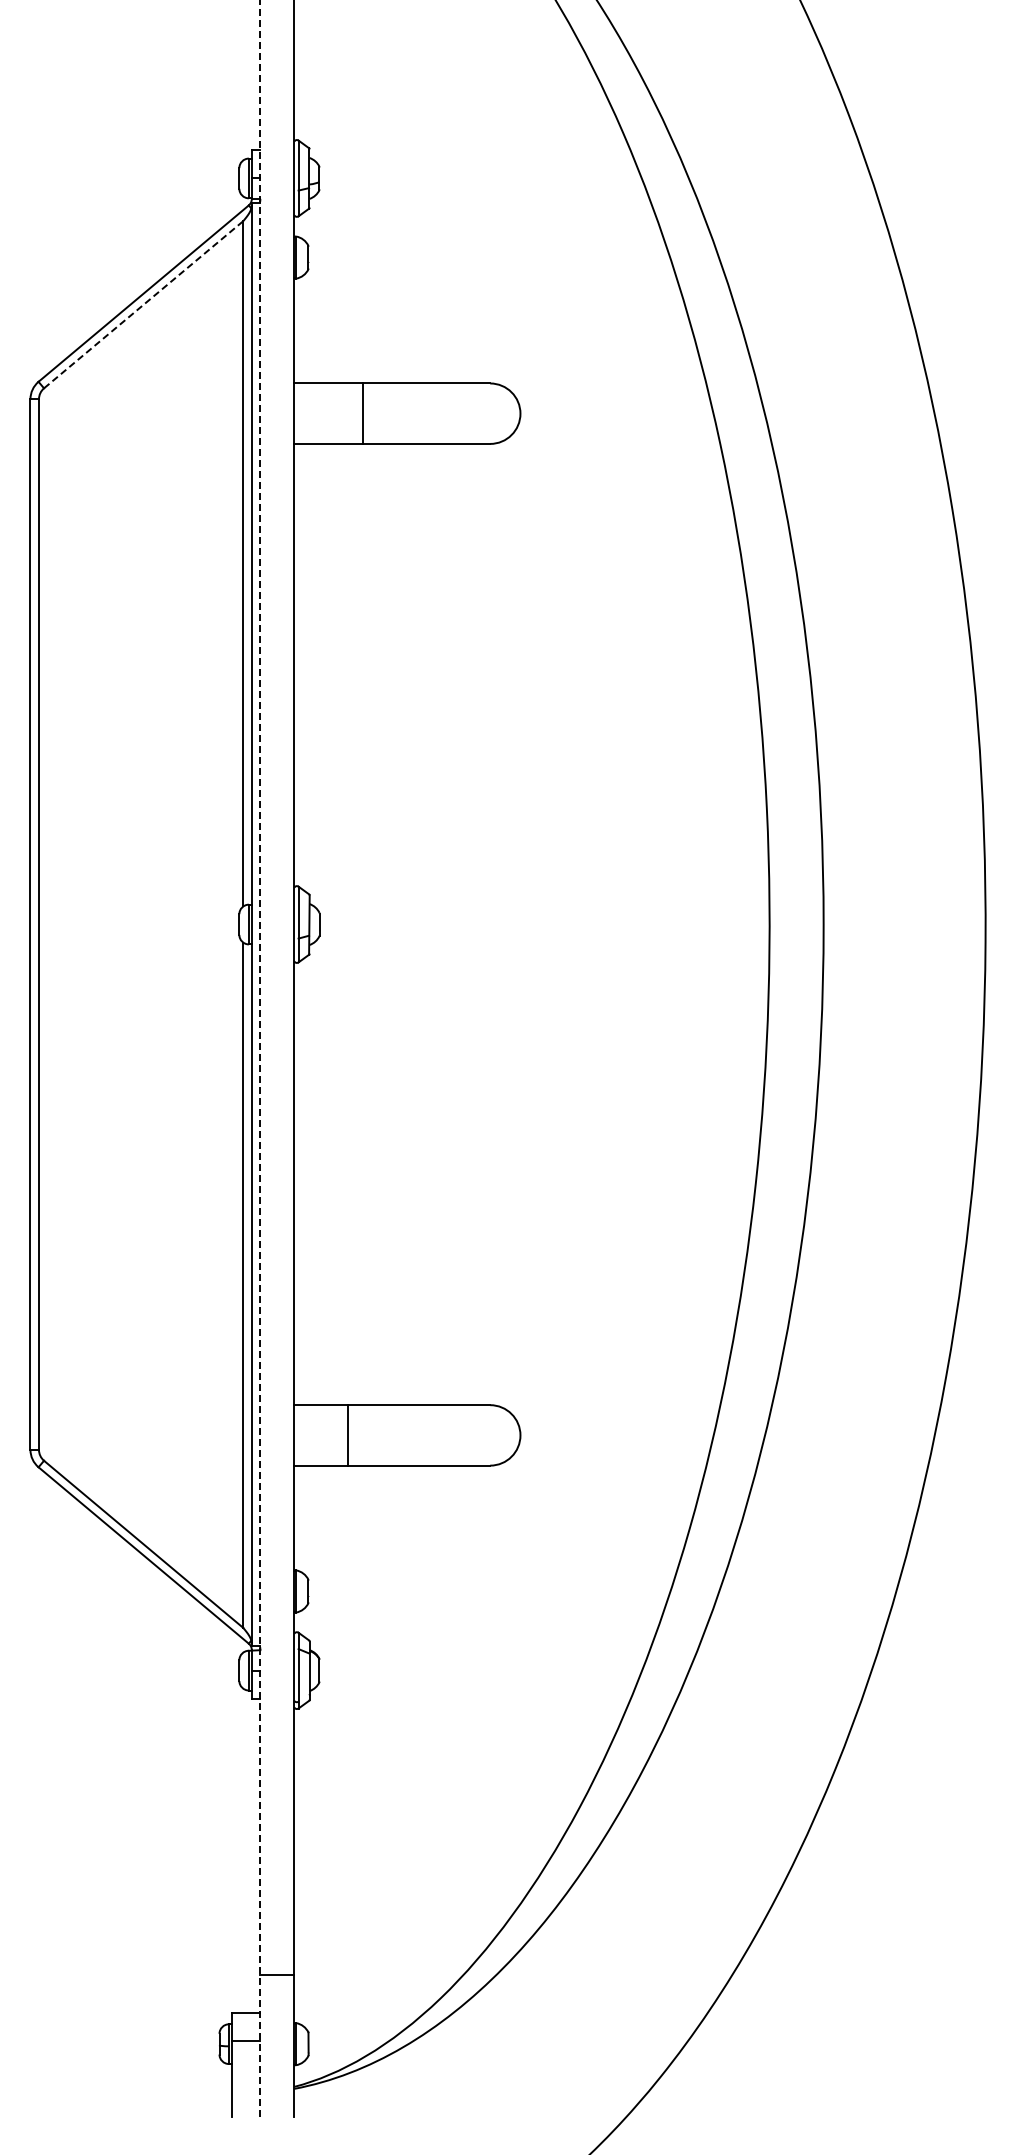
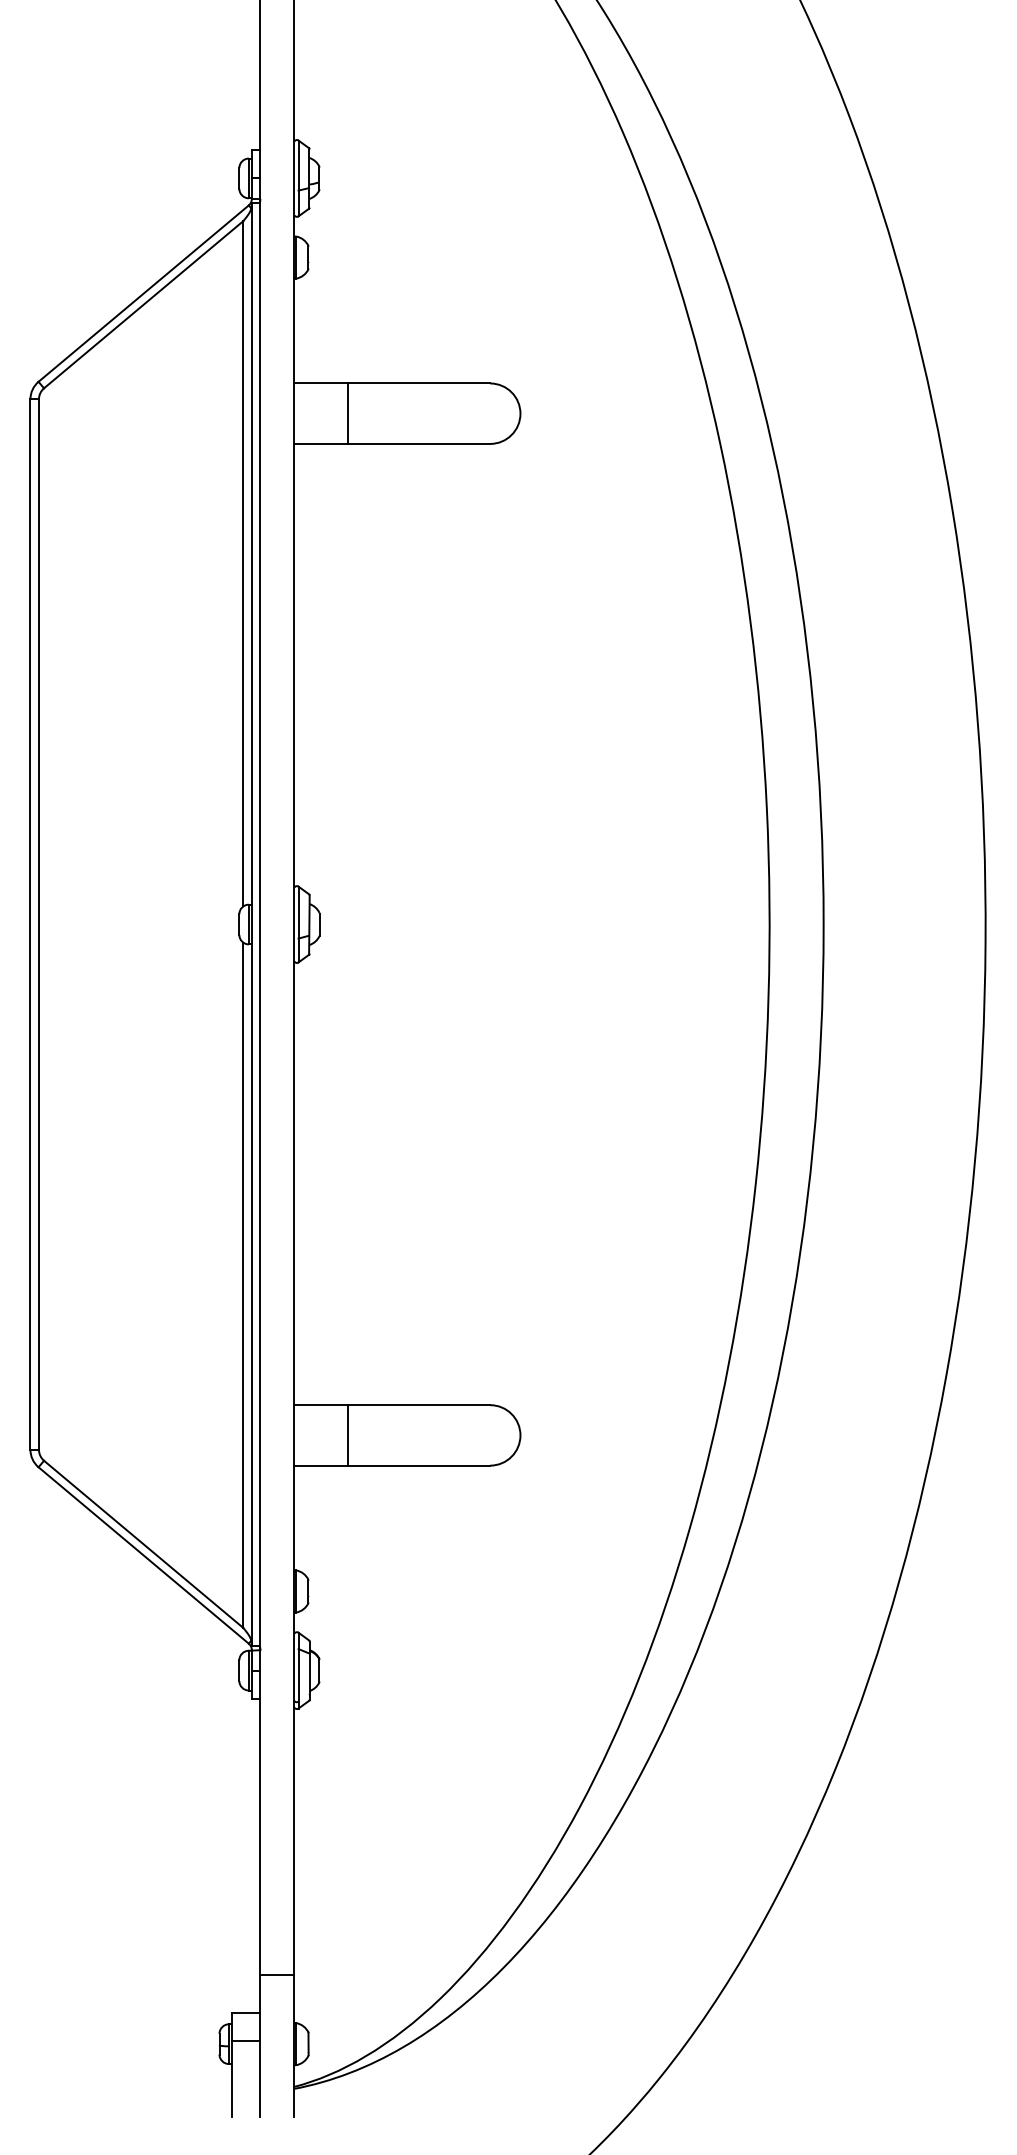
line at (144, 304): dashed -> solid
line at (363, 413) position: (363, 413) -> (348, 413)
line at (260, 1058): dashed -> solid
